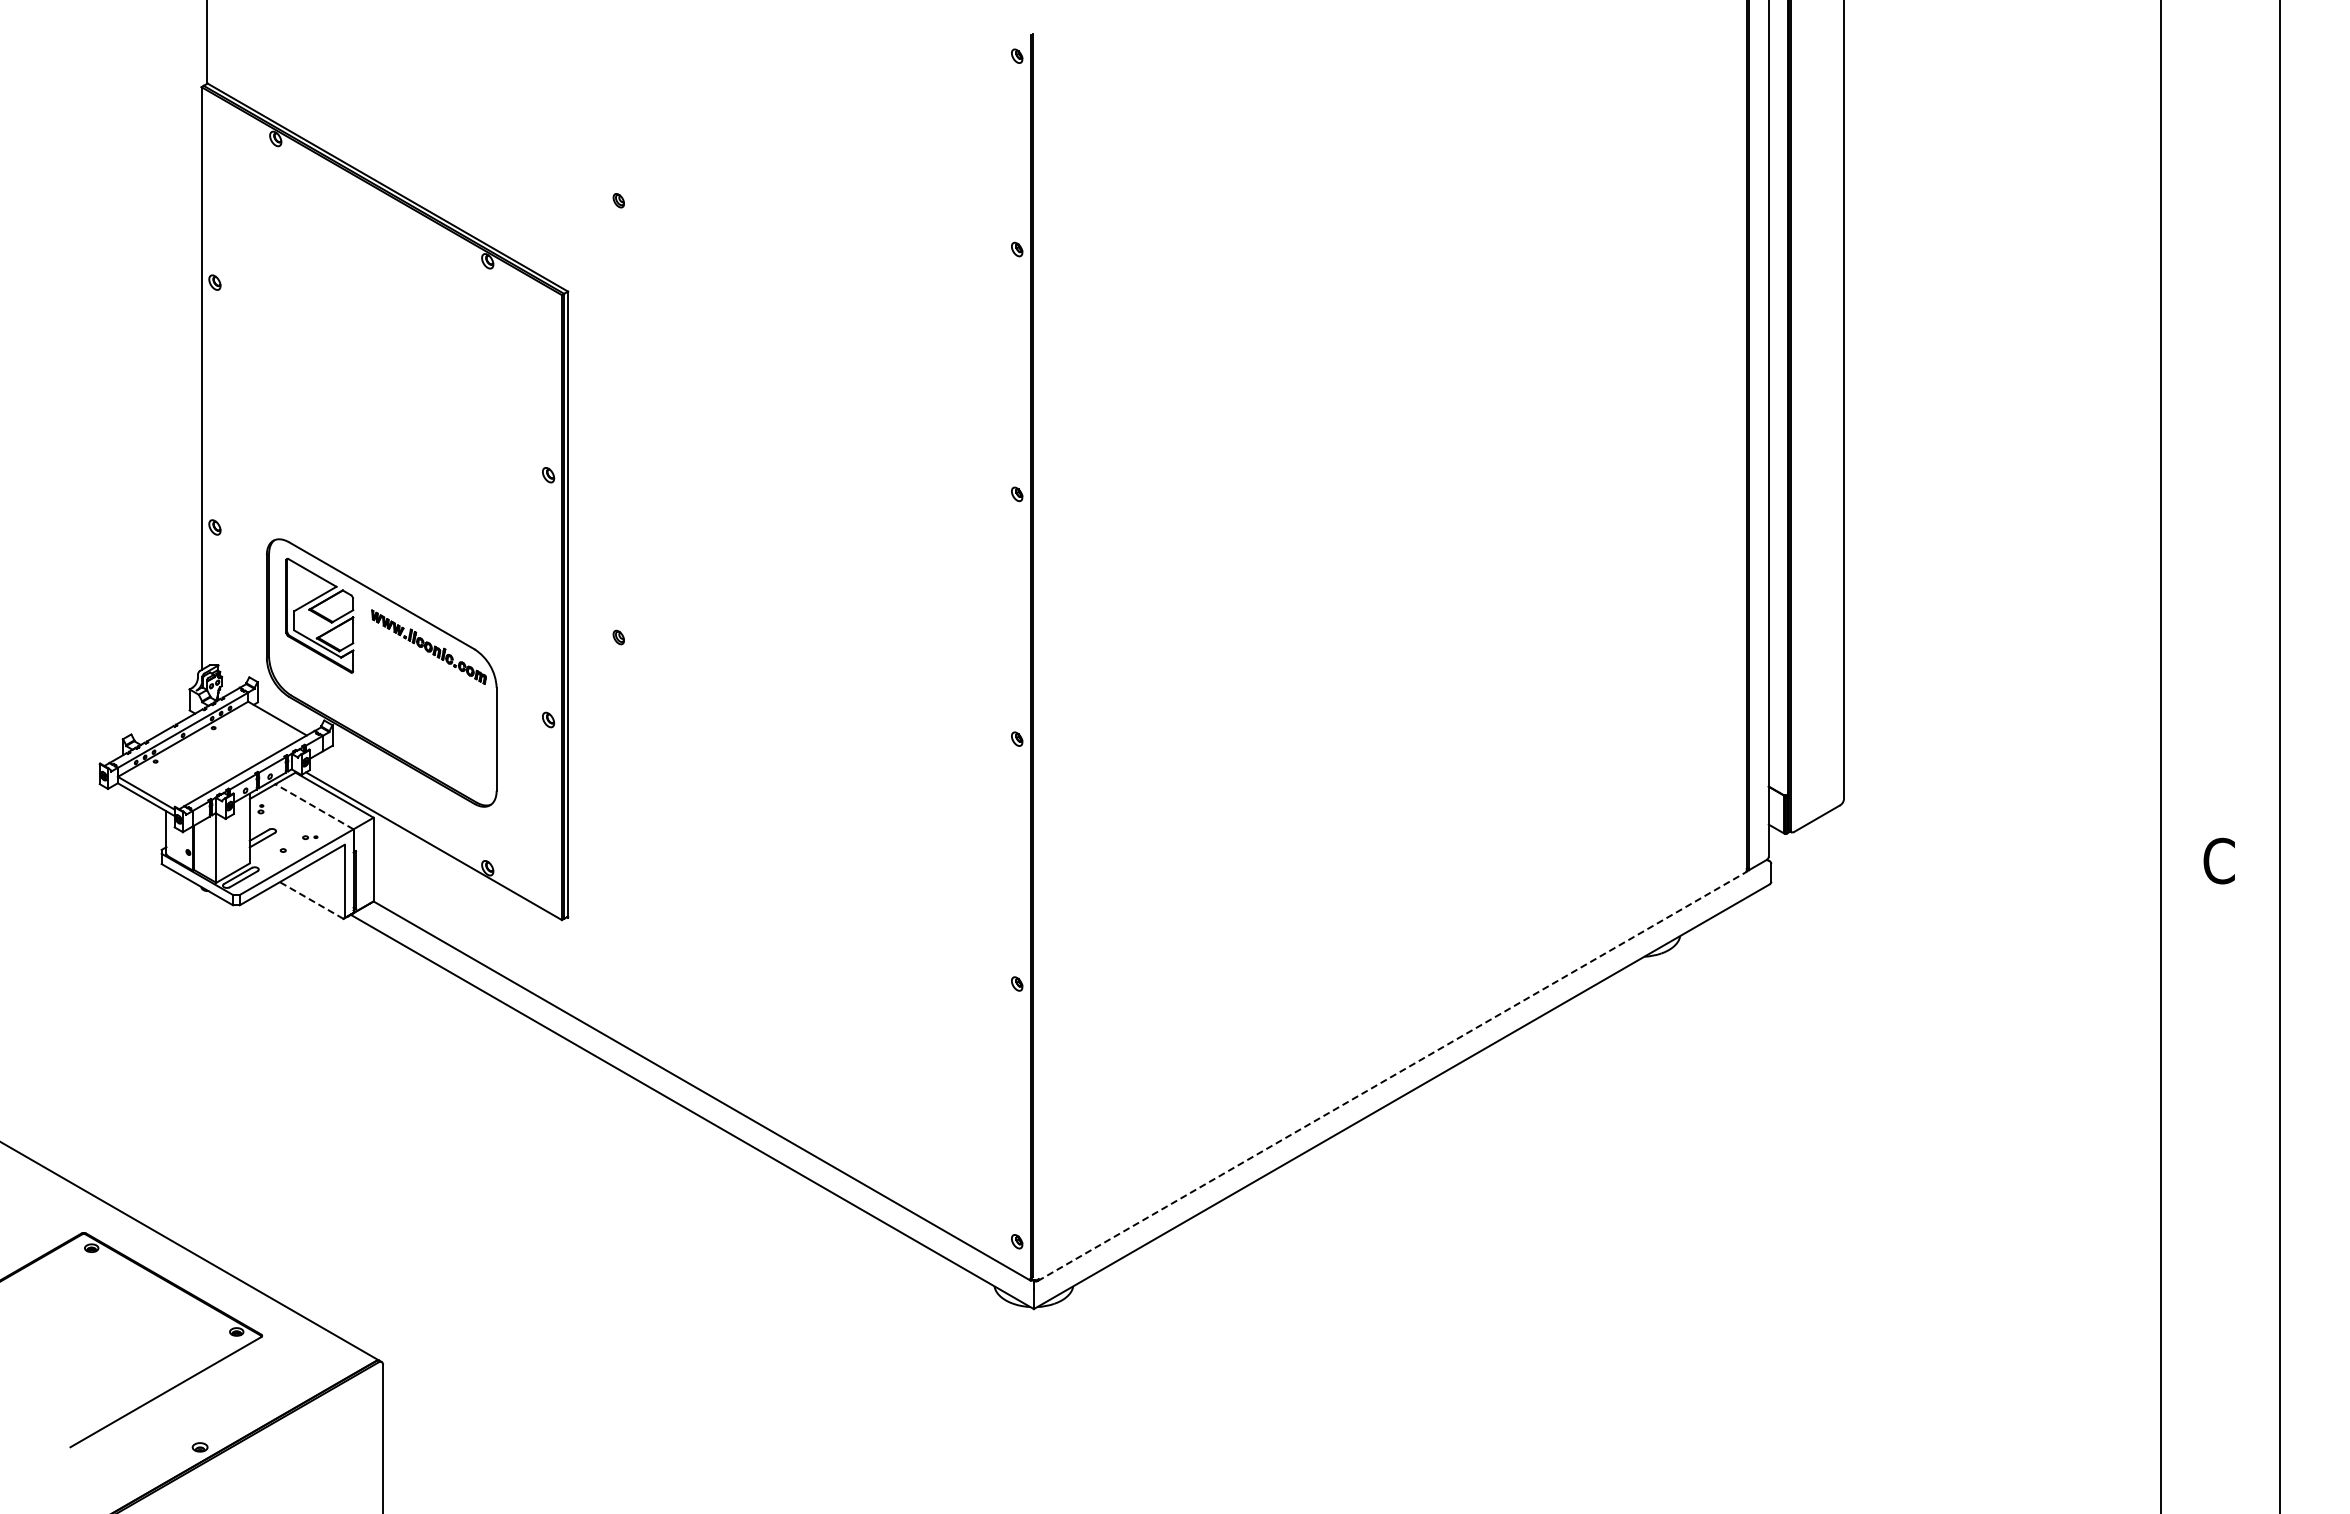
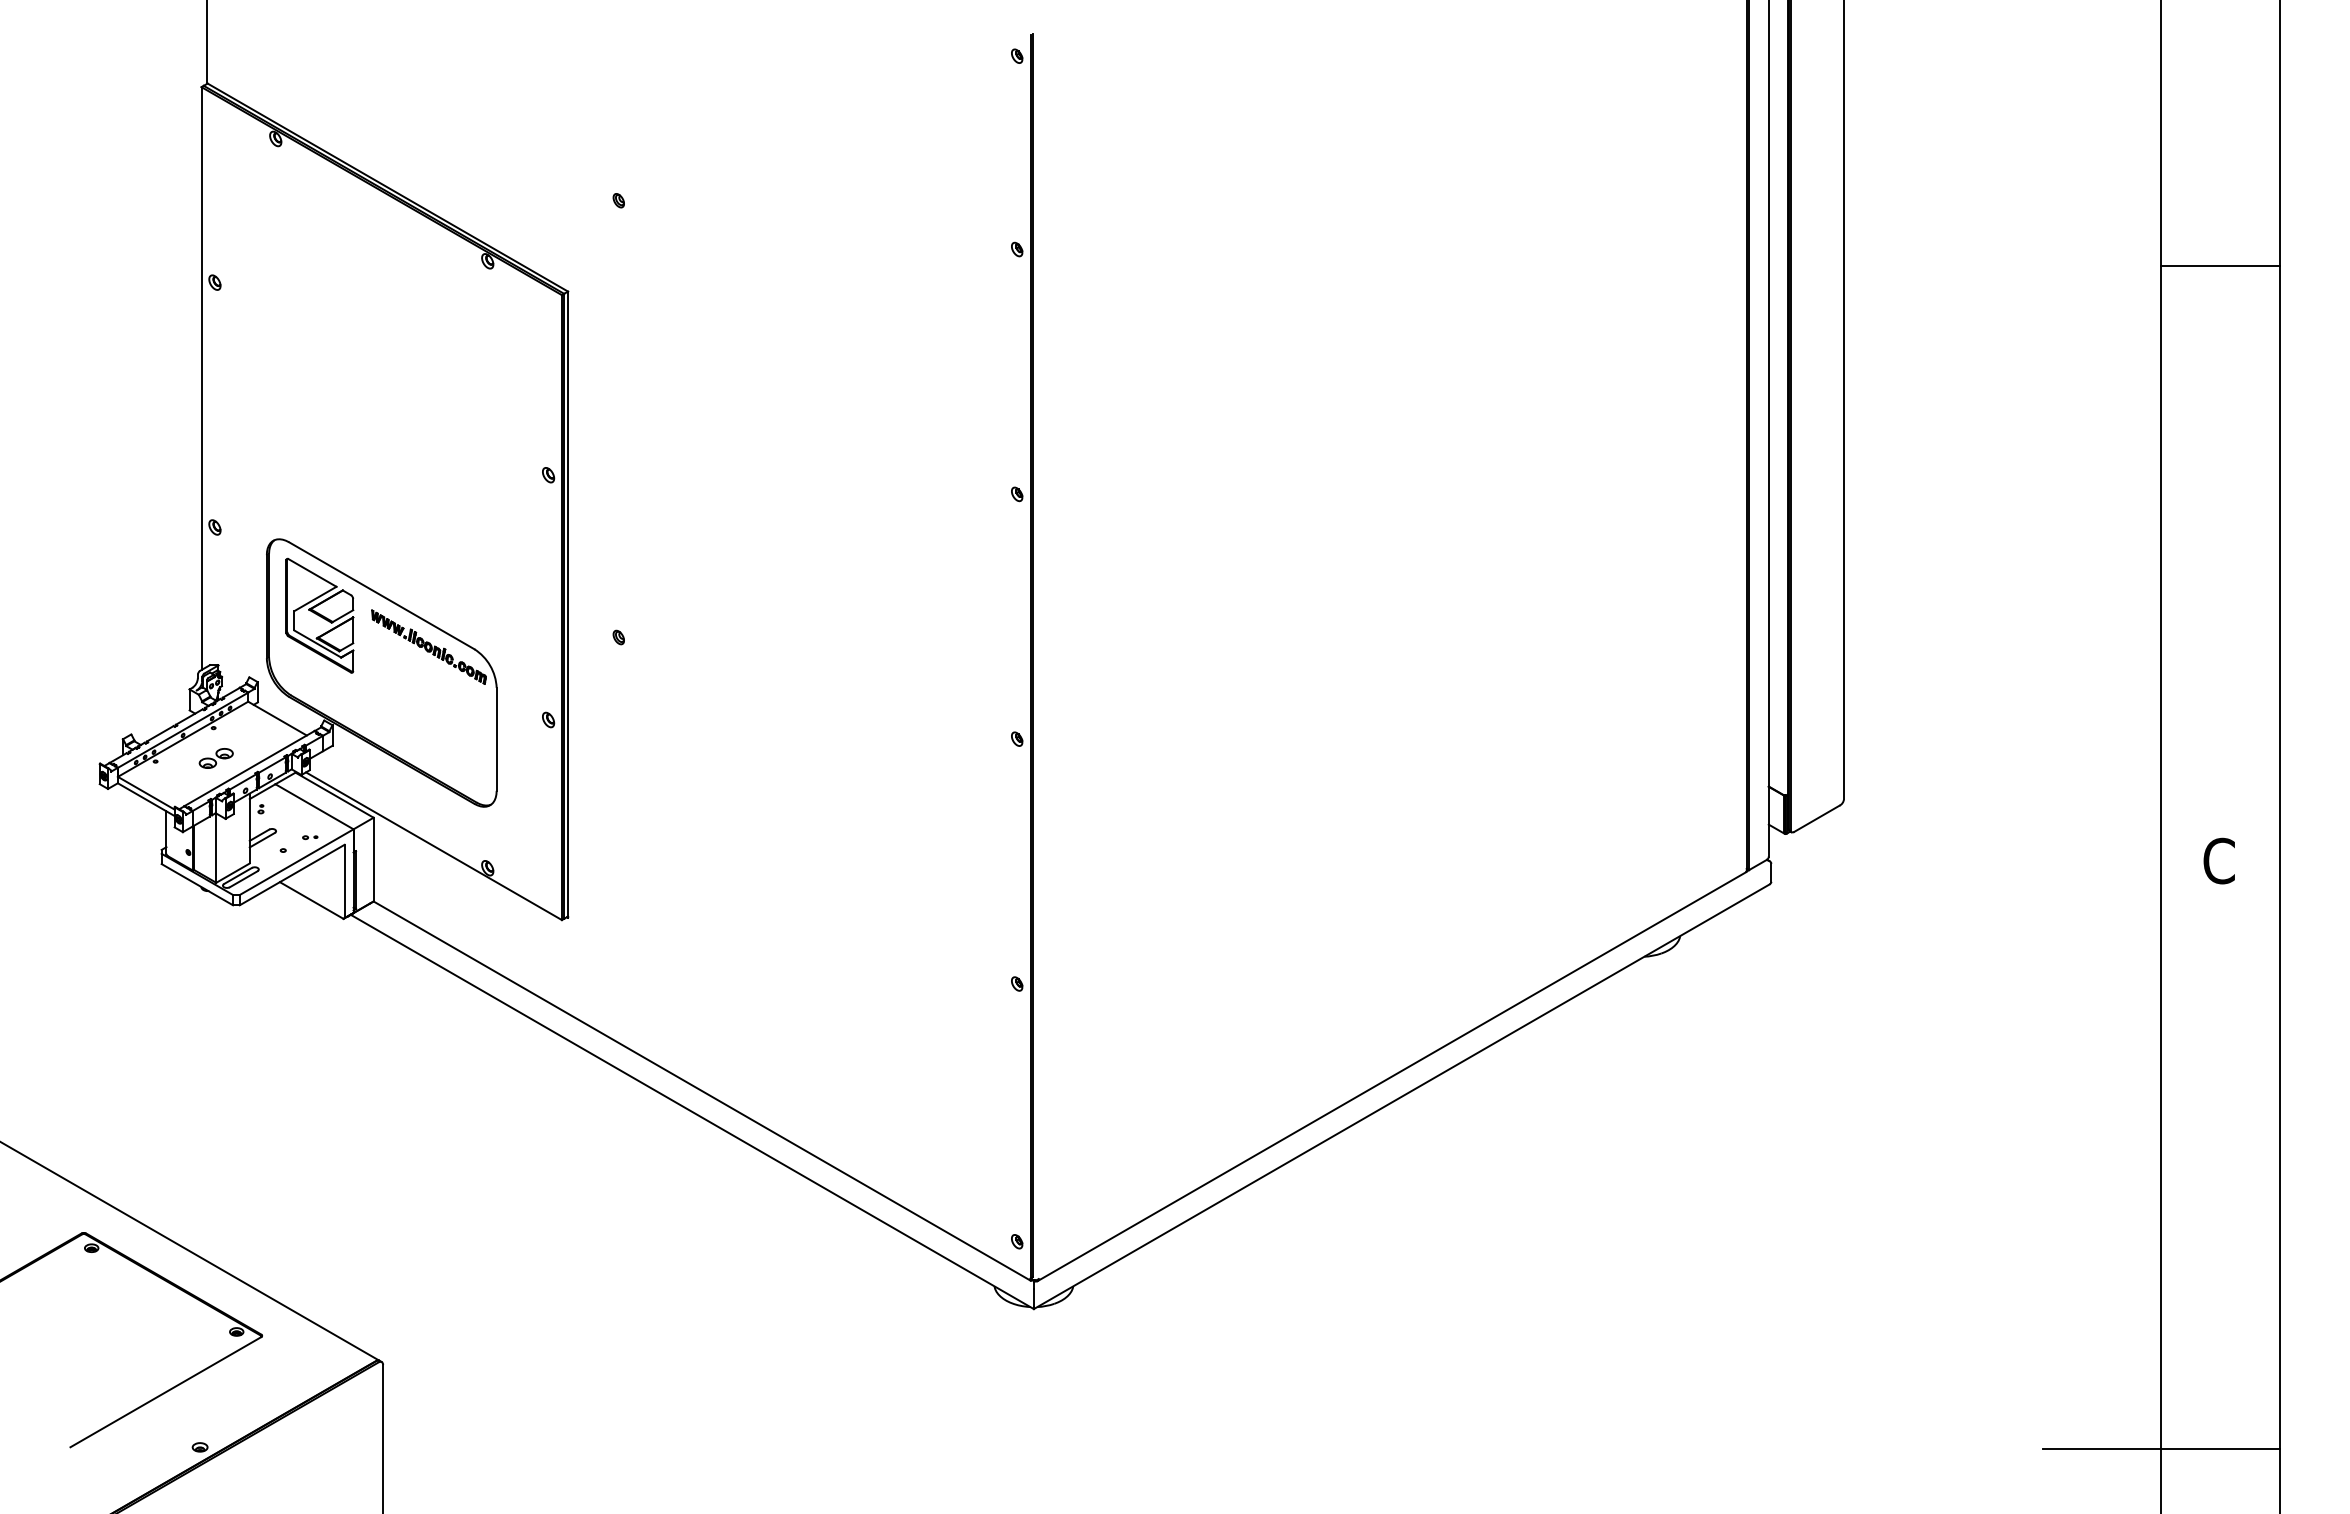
line at (2220, 265): none -> present
part at (215, 758): none -> present
line at (314, 806): dashed -> solid
line at (311, 900): dashed -> solid
line at (1391, 1076): dashed -> solid
line at (2160, 1449): none -> present
